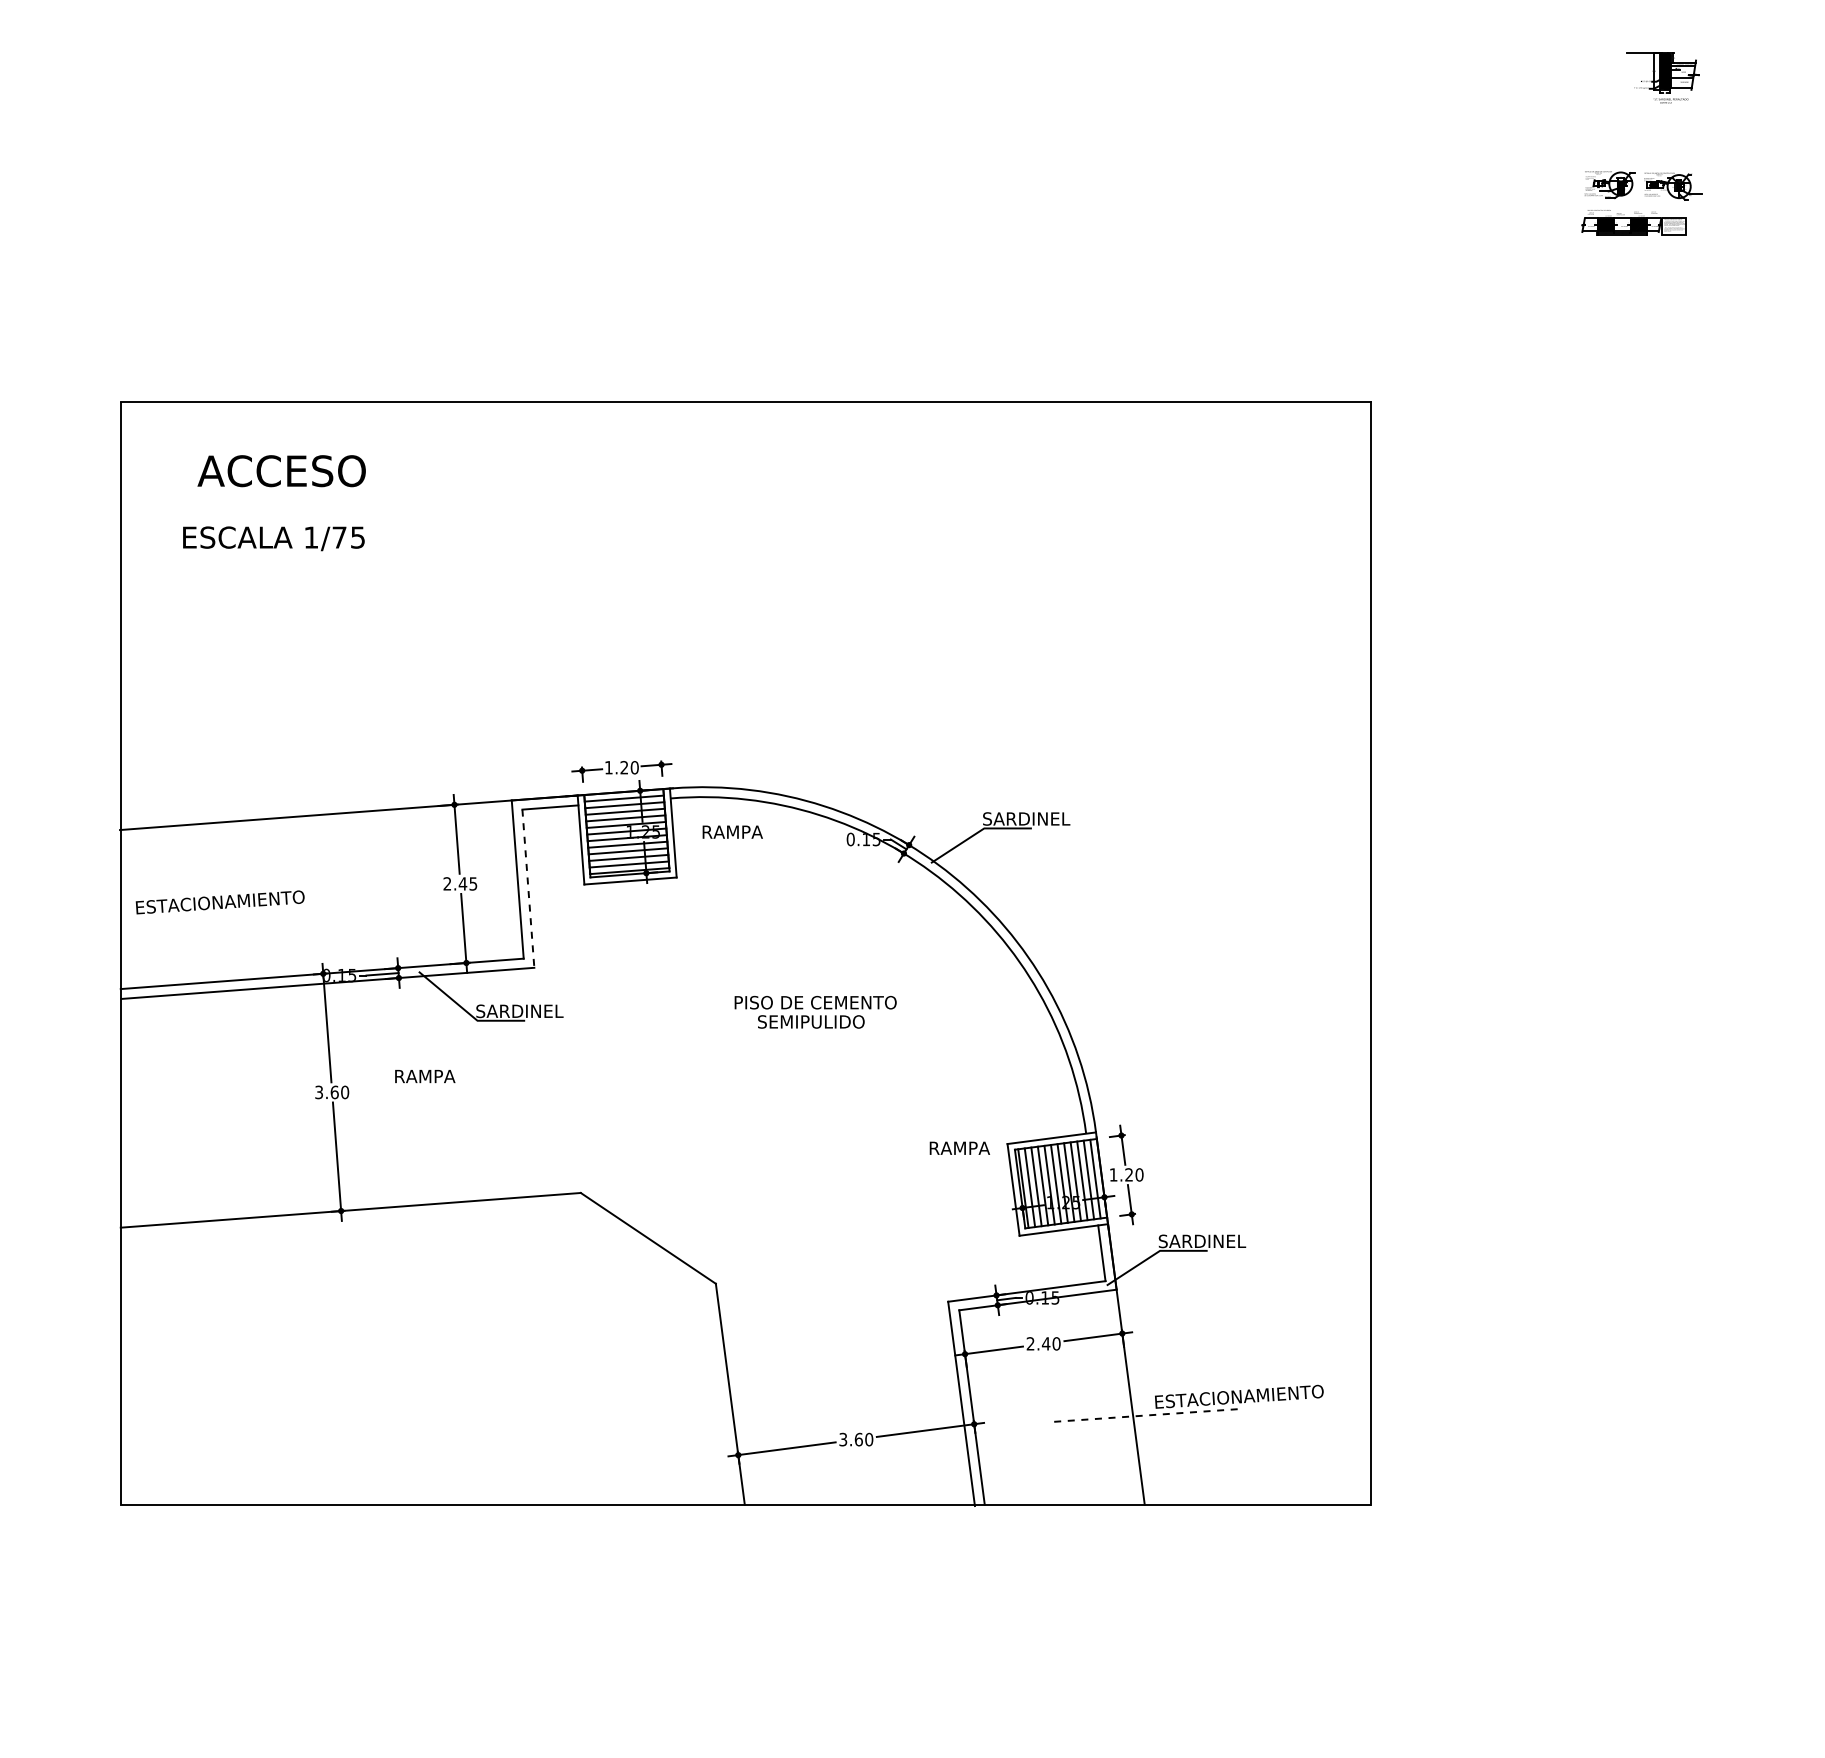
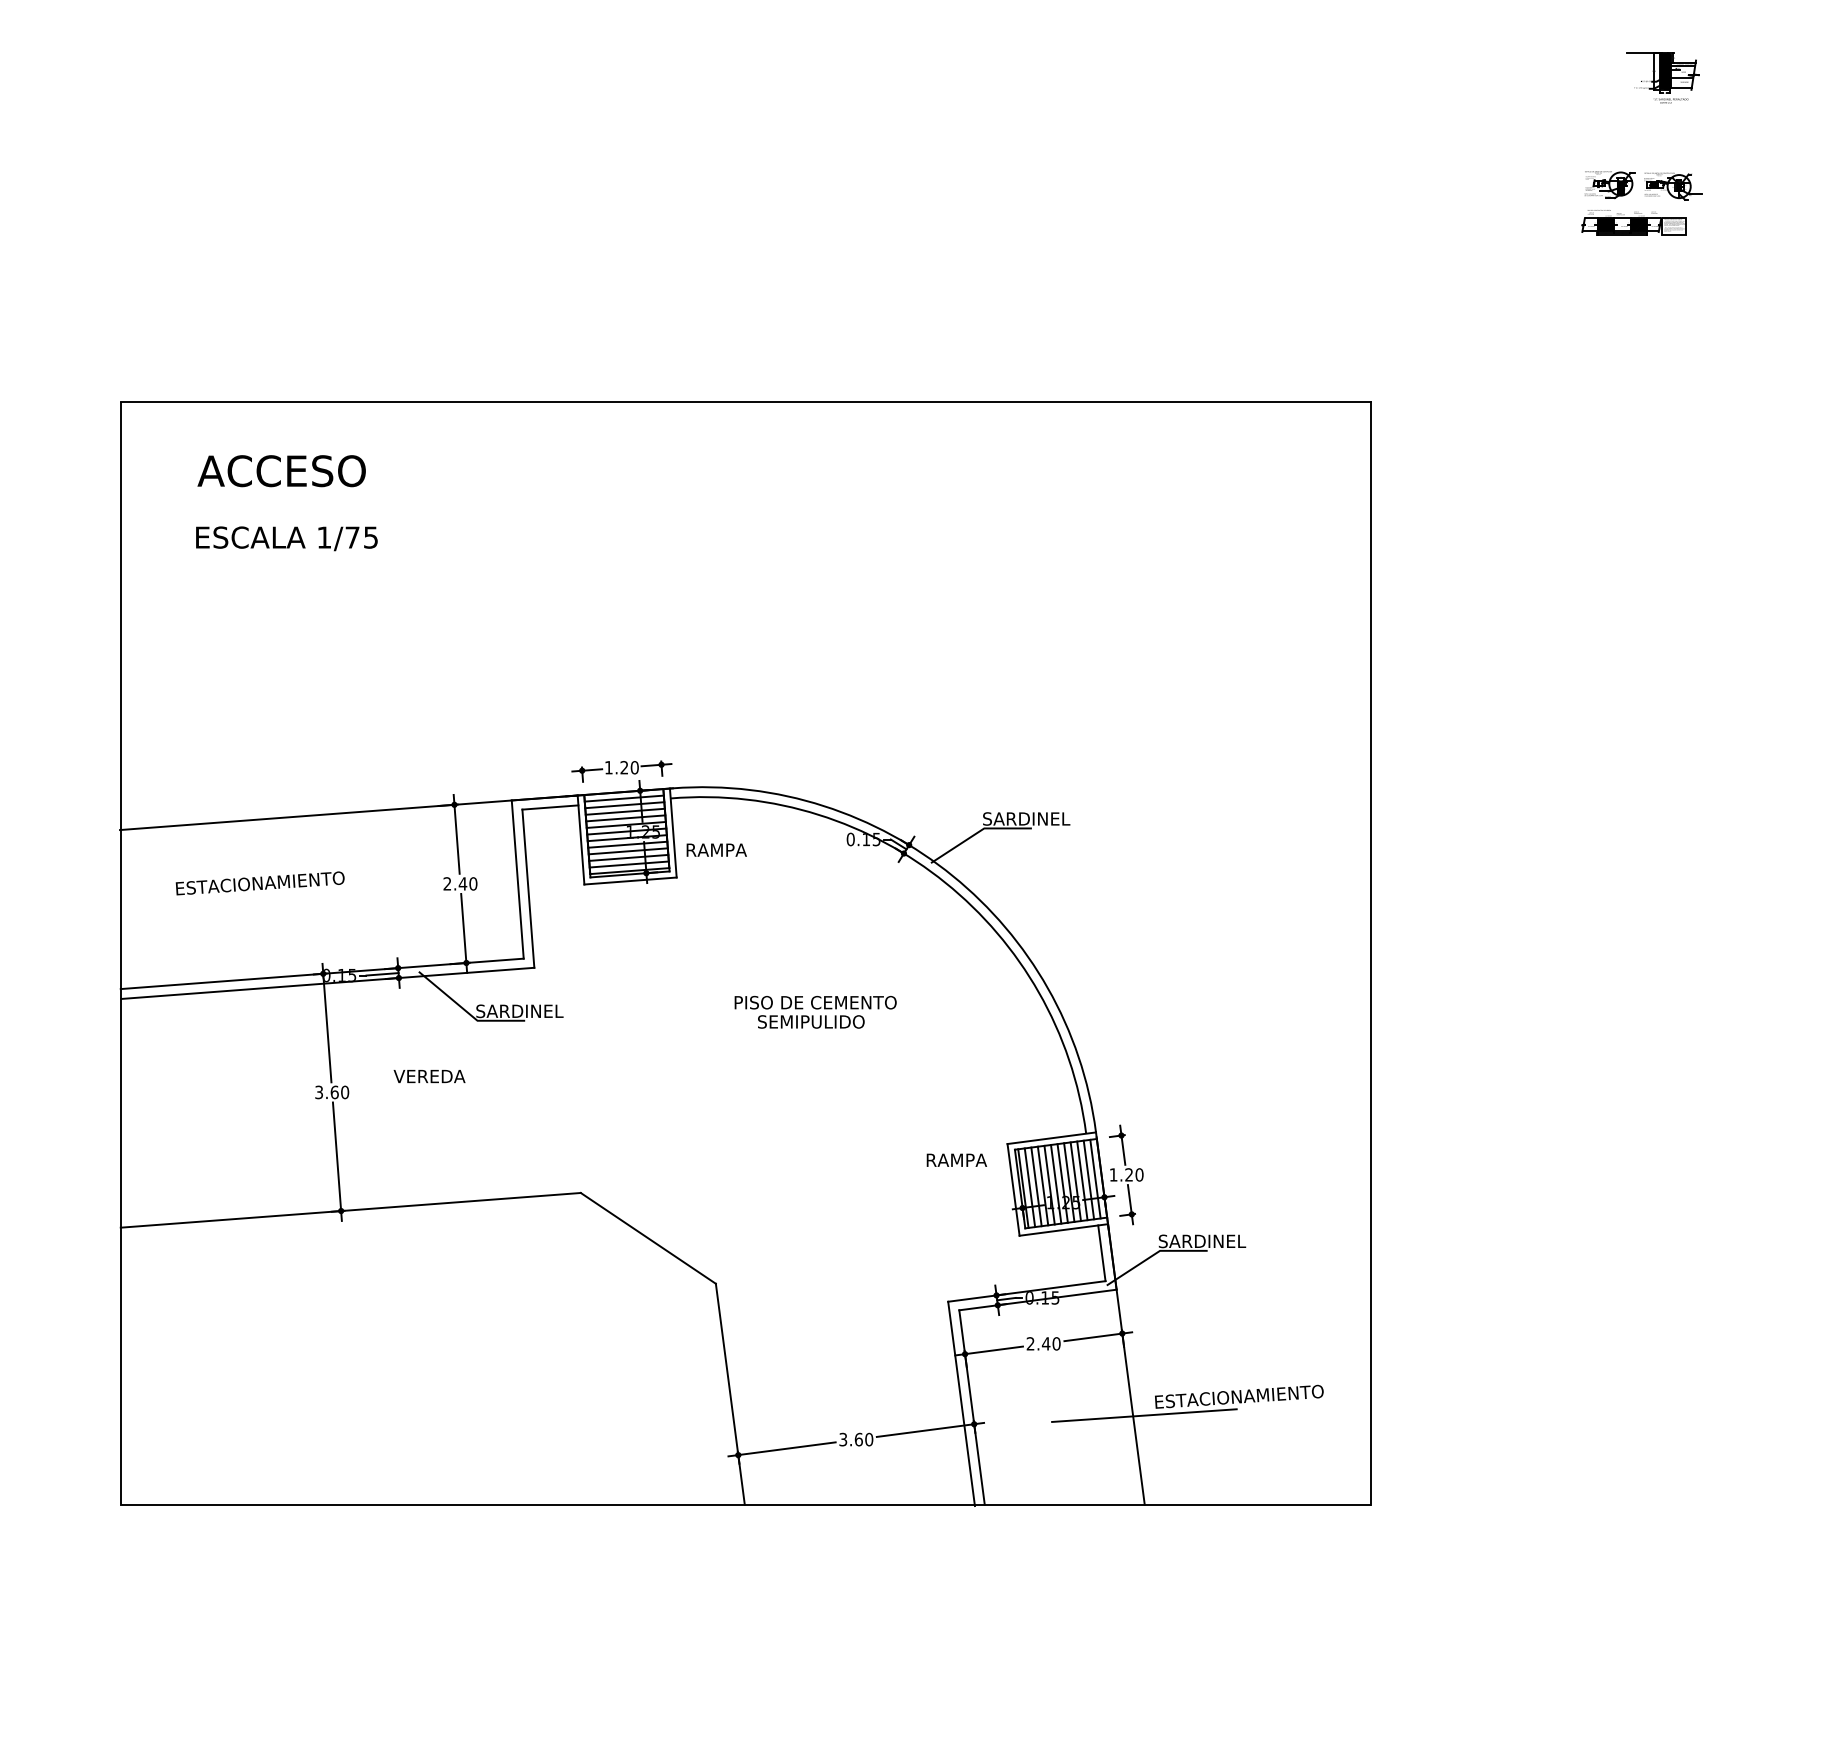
text at (273, 538) position: (273, 538) -> (286, 538)
text at (732, 831) position: (732, 831) -> (716, 849)
text at (473, 883): 2.45 -> 2.40
line at (528, 889): dashed -> solid
text at (219, 902) position: (219, 902) -> (259, 883)
text at (429, 1076): RAMPA -> VEREDA
text at (959, 1147) position: (959, 1147) -> (956, 1159)
line at (1143, 1415): dashed -> solid
